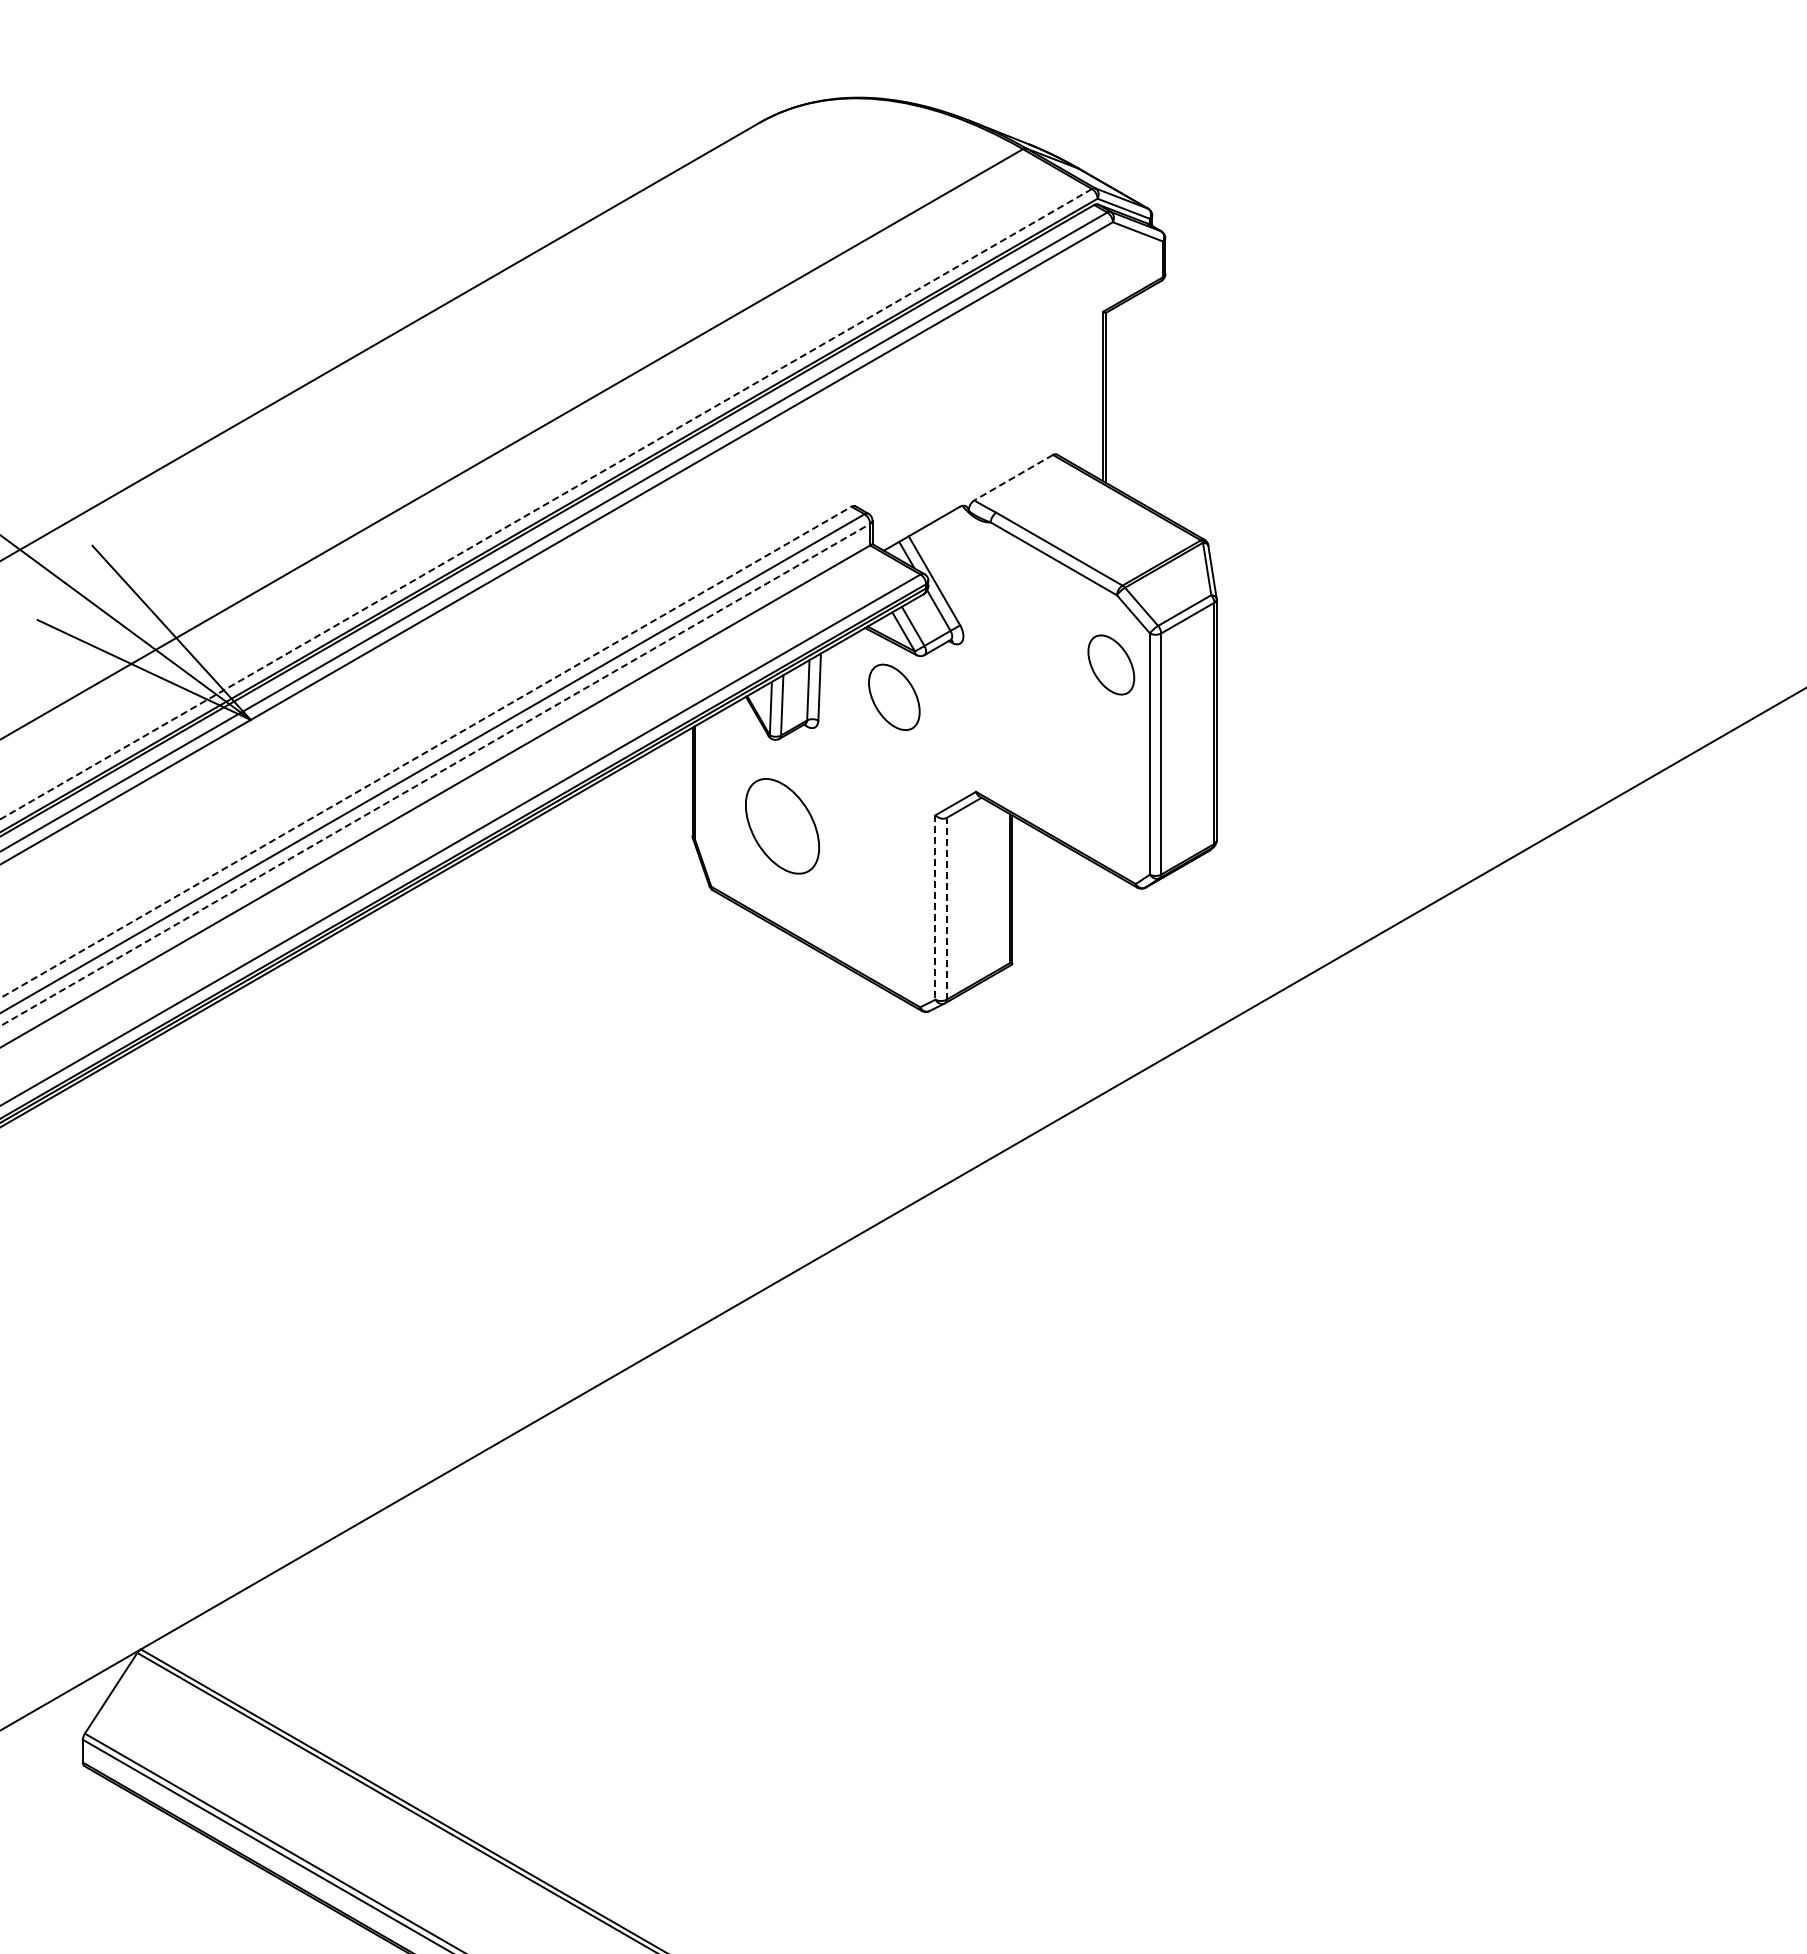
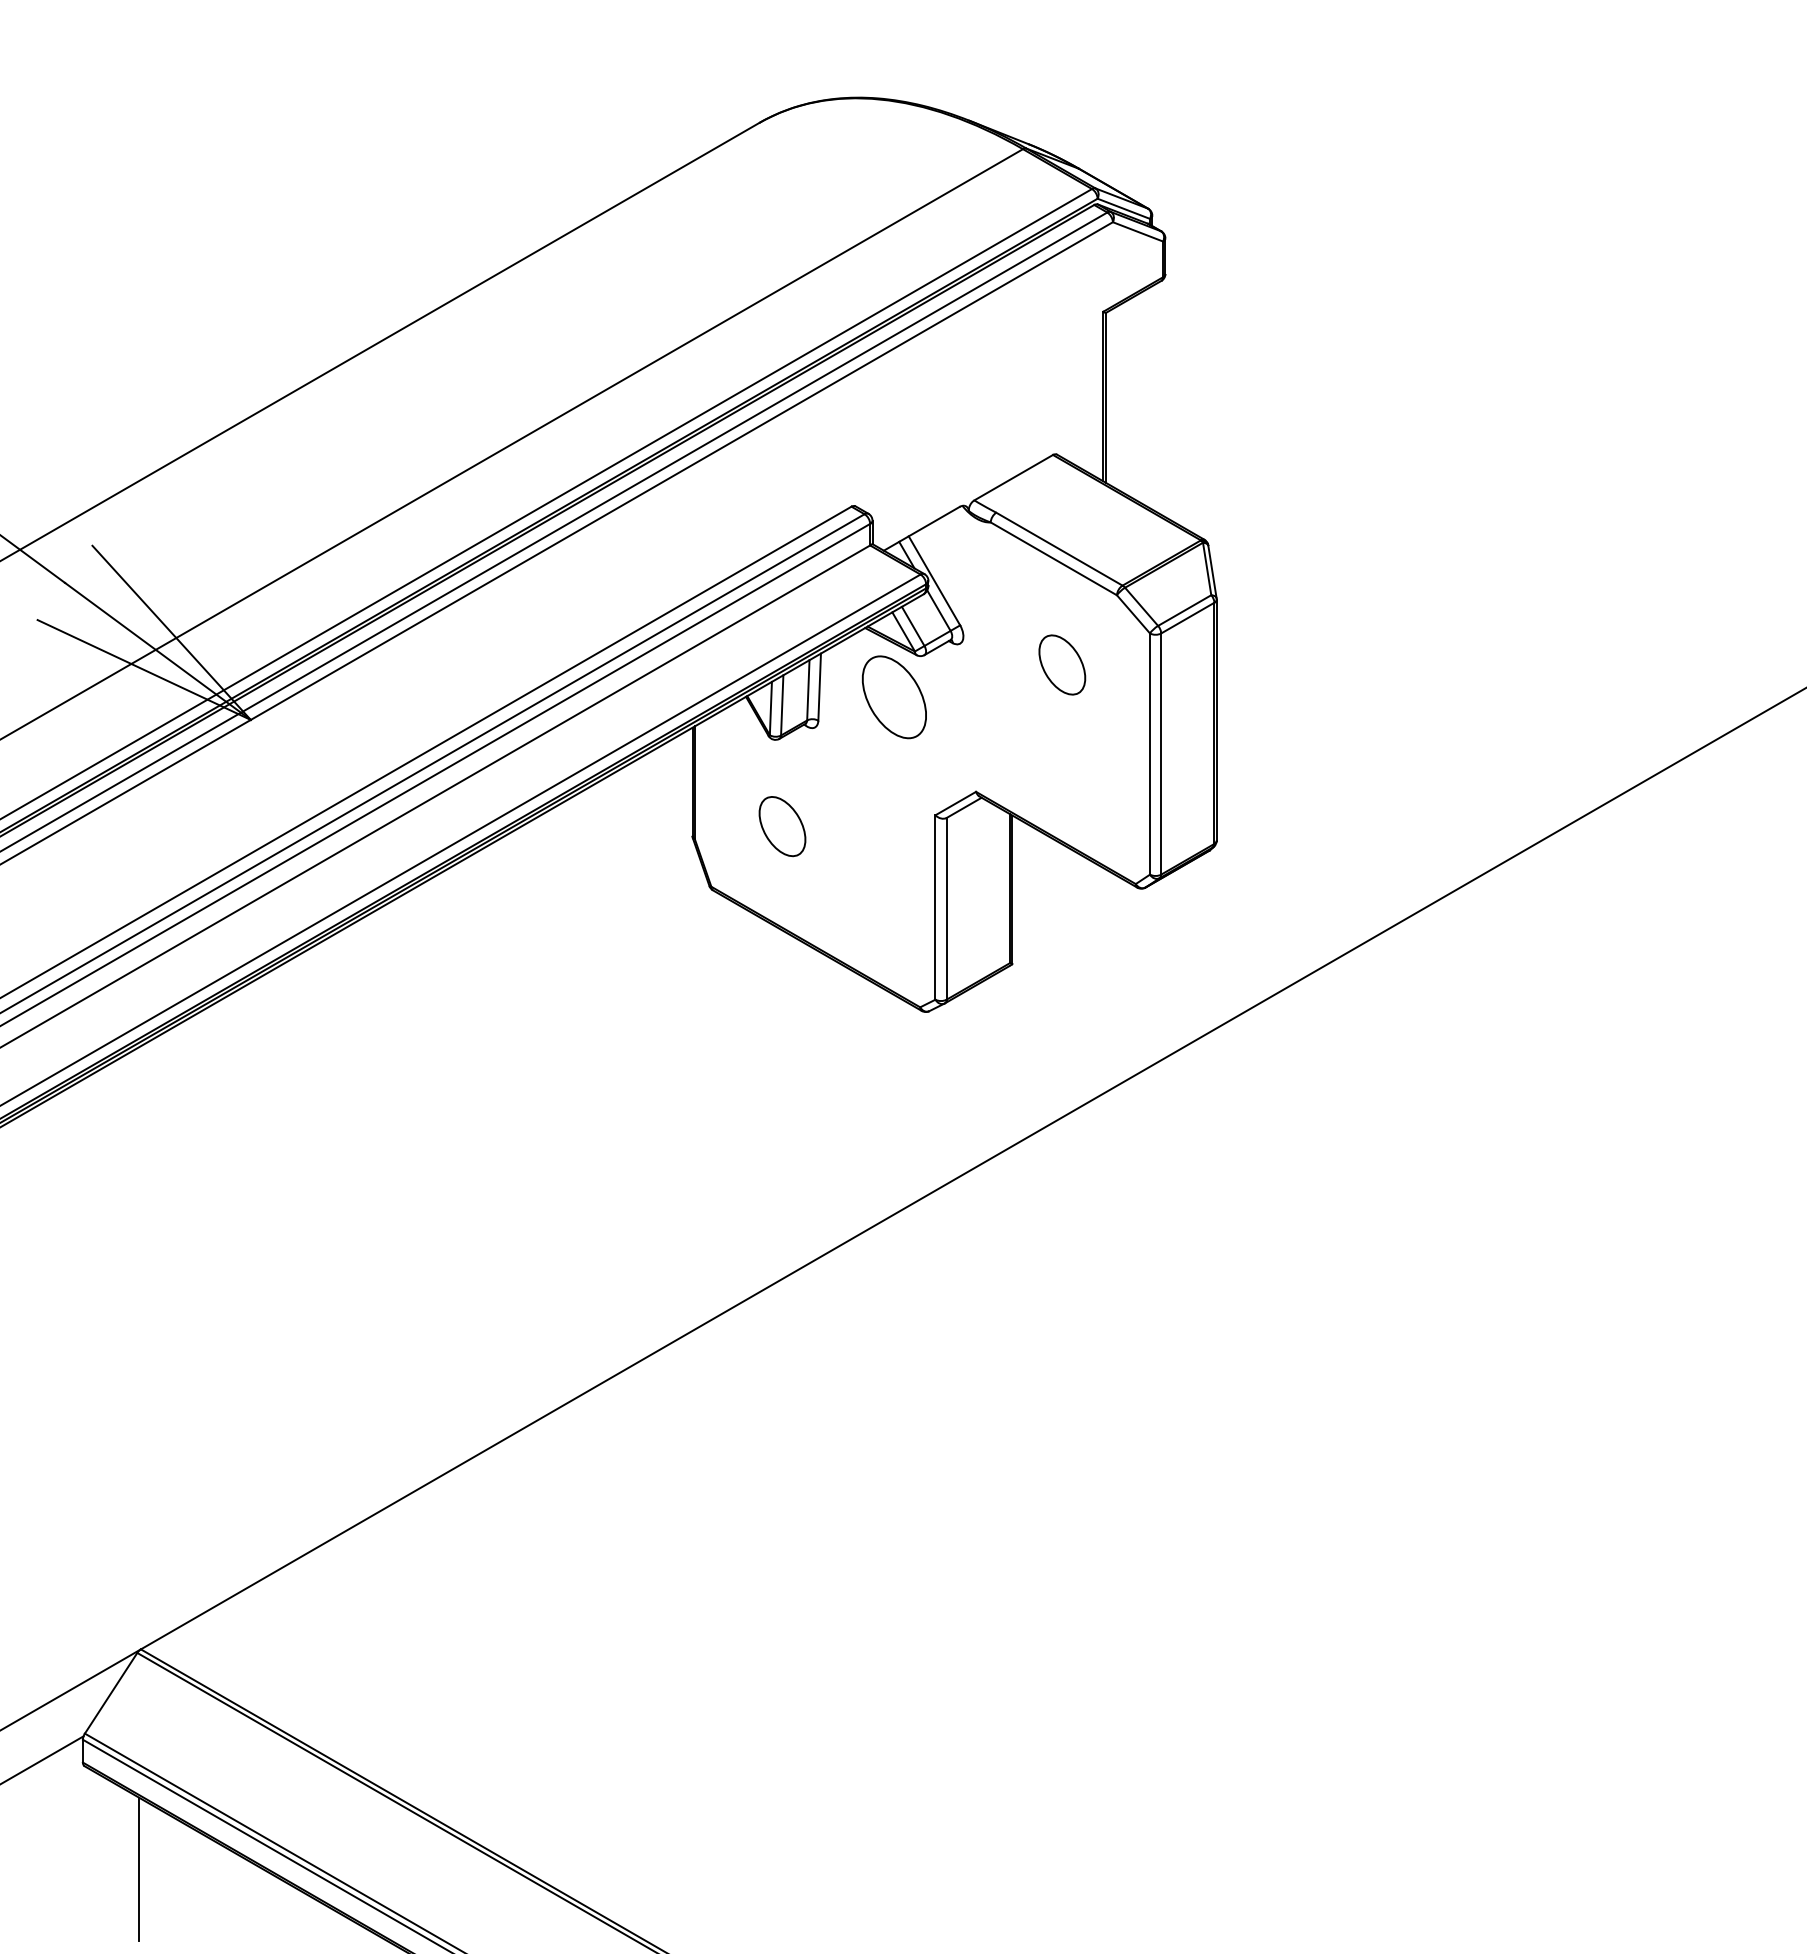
line at (1013, 477): dashed -> solid
line at (545, 504): dashed -> solid
part at (1111, 664) position: (1111, 664) -> (1062, 664)
part at (894, 696) size: 53x68 px -> 66x85 px
line at (426, 752): dashed -> solid
line at (435, 774): dashed -> solid
part at (782, 826) size: 75x97 px -> 49x62 px
line at (935, 907): dashed -> solid
line at (946, 908): dashed -> solid
line at (42, 1759): none -> present
line at (138, 1869): none -> present
